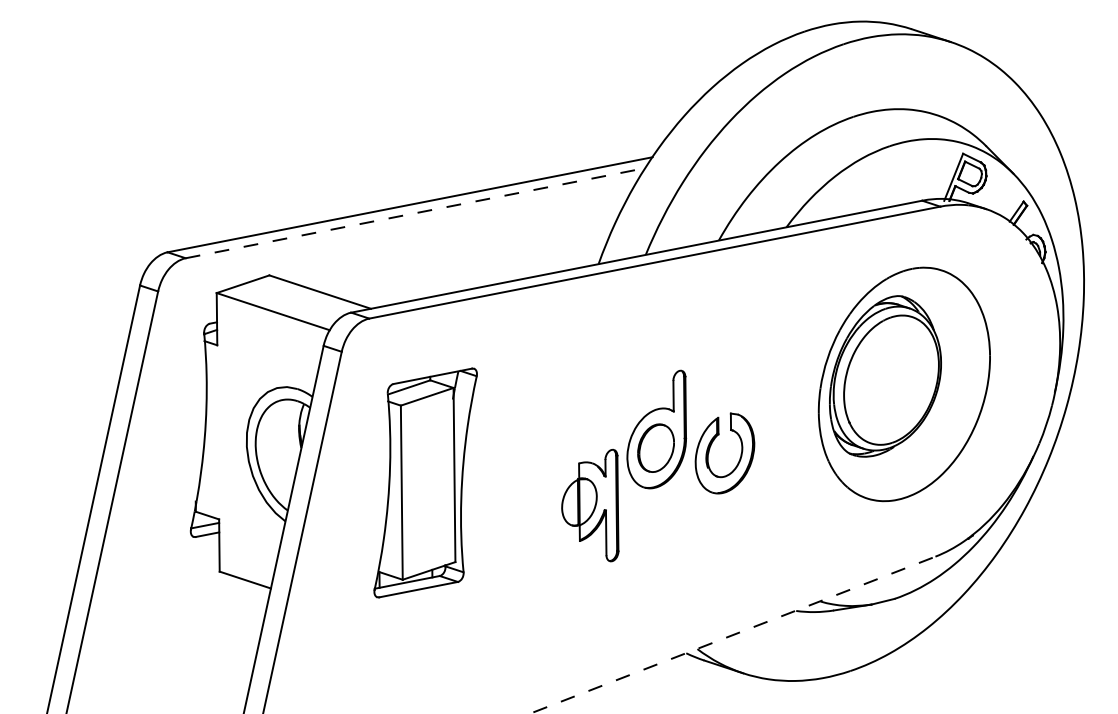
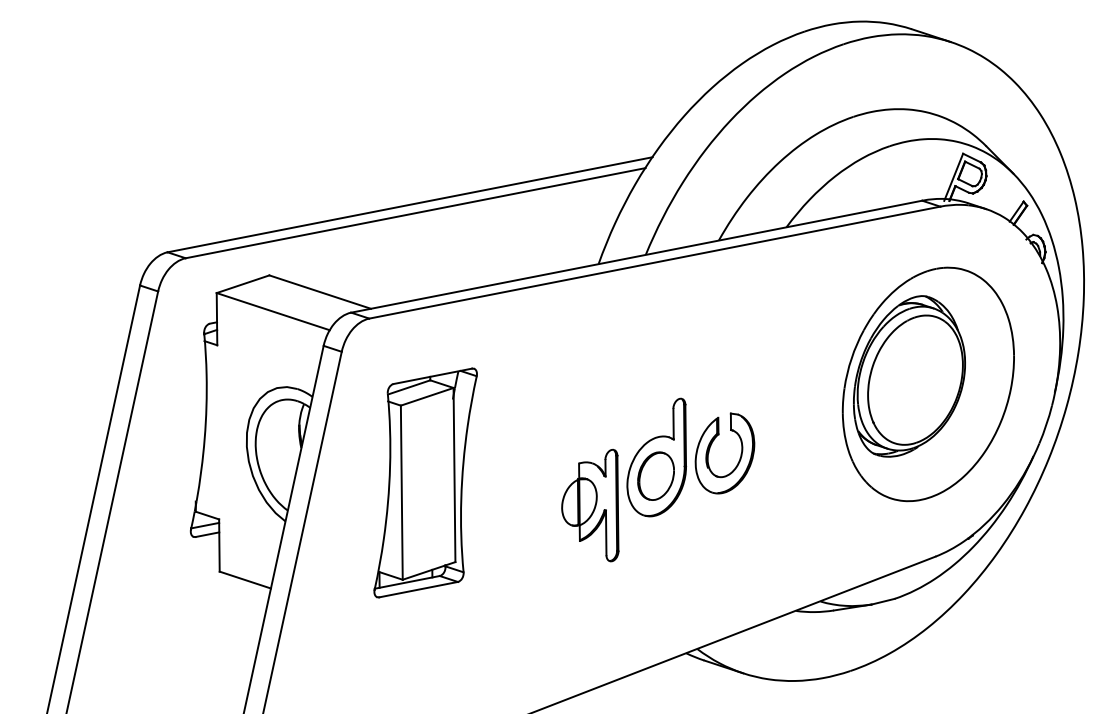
line at (416, 213): dashed -> solid
part at (903, 384) position: (903, 384) -> (927, 384)
part at (656, 429) position: (656, 429) -> (656, 457)
line at (733, 635): dashed -> solid
